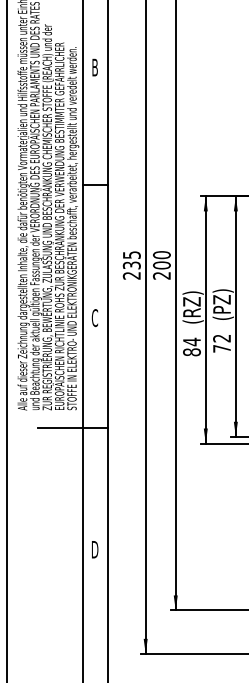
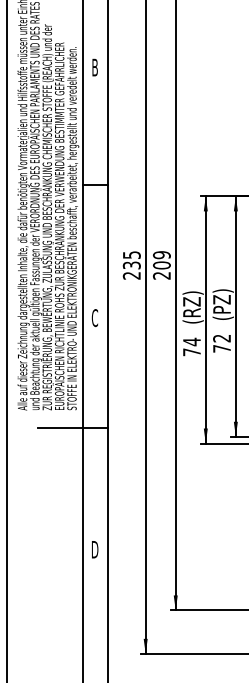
text at (161, 255): 200 -> 209
text at (191, 352): 84 -> 74
